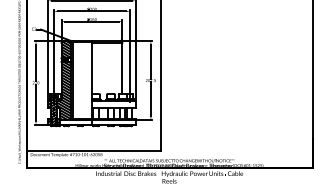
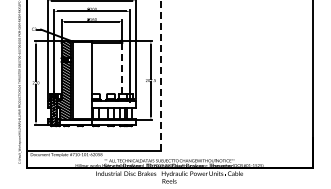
line at (122, 68): solid -> dashed
line at (160, 75): solid -> dashed
